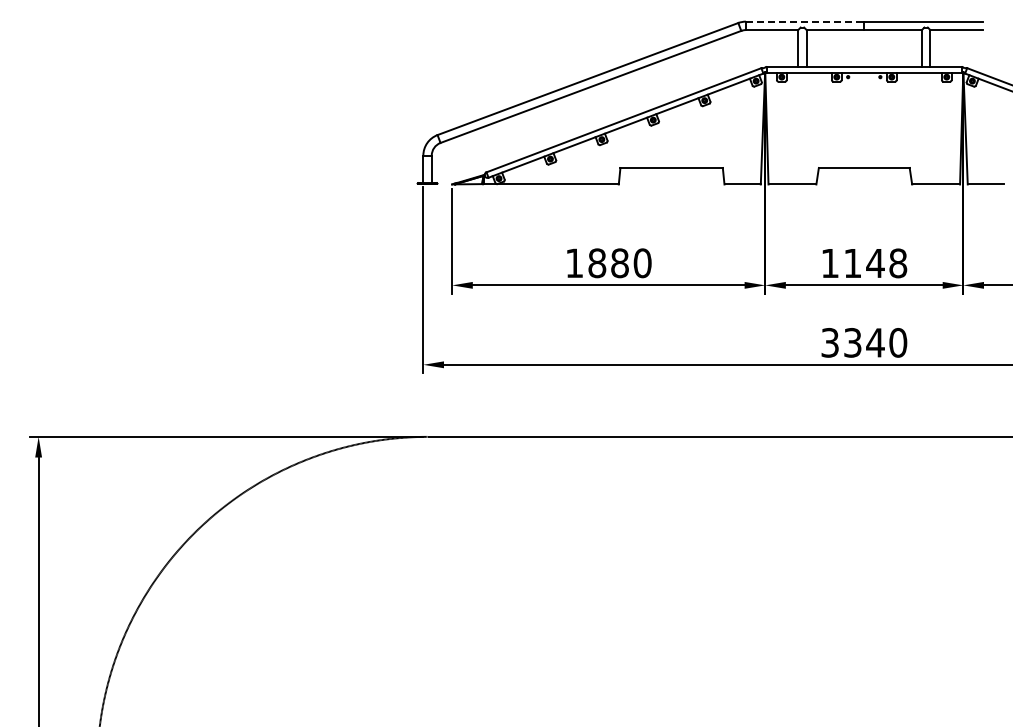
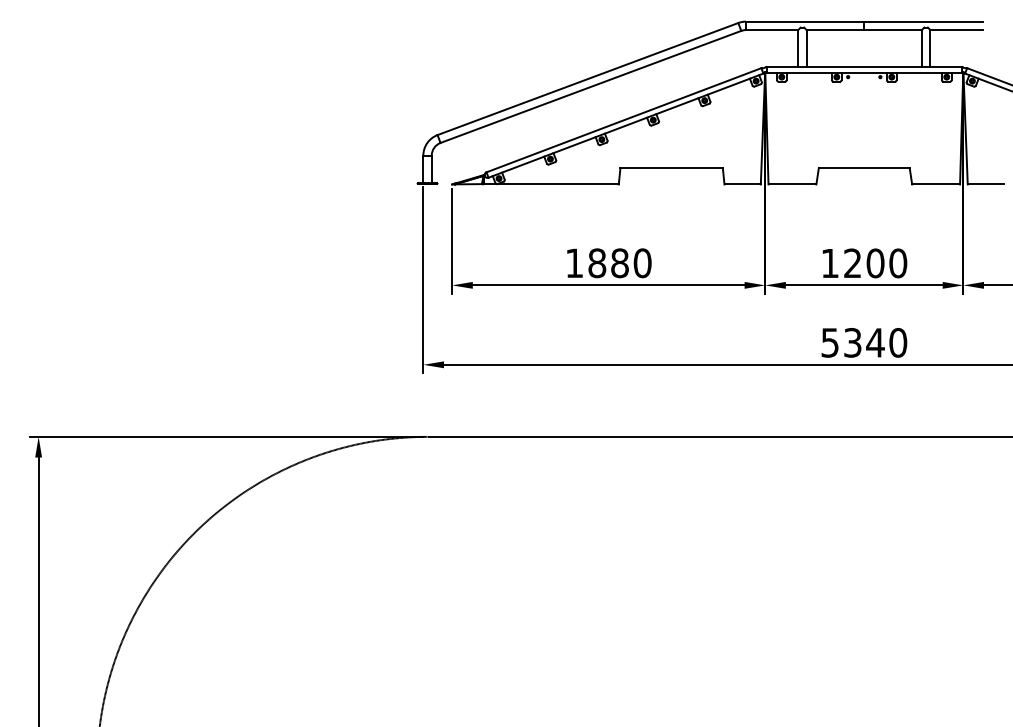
line at (805, 21): dashed -> solid
text at (875, 263): 1148 -> 1200
text at (830, 342): 3340 -> 5340
